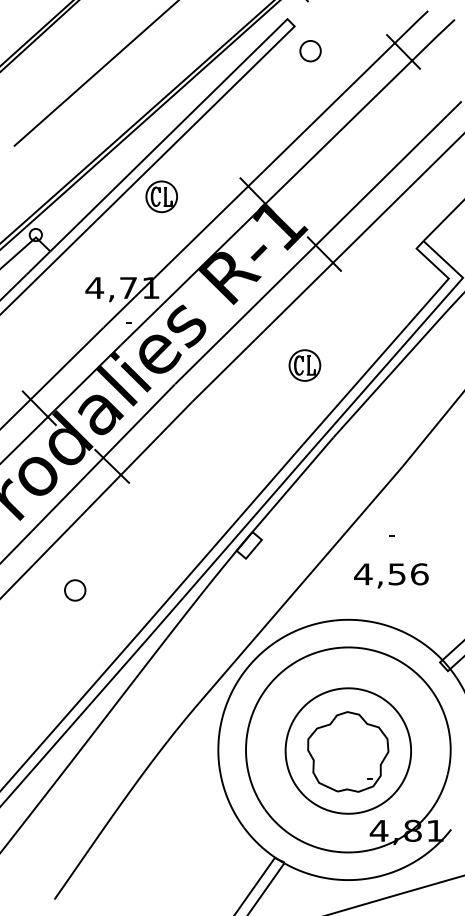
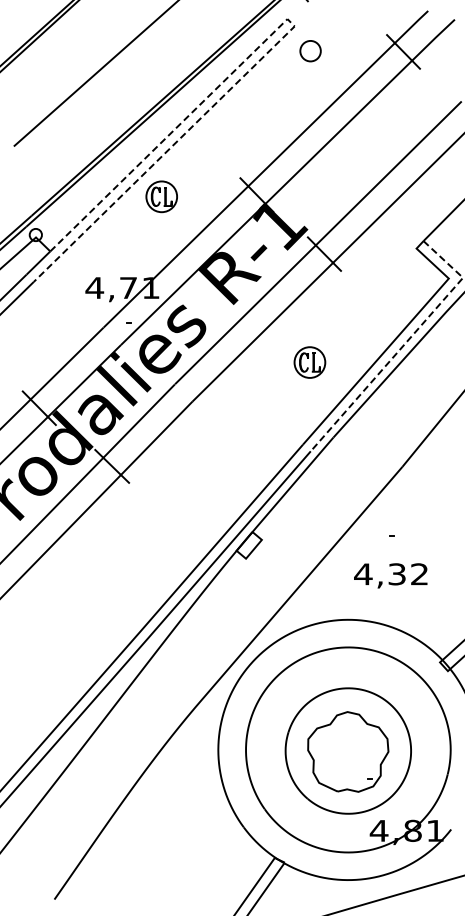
line at (287, 33): solid -> dashed
line at (405, 343): solid -> dashed
part at (304, 365) position: (304, 365) -> (309, 362)
text at (408, 574): 4,56 -> 4,32
part at (75, 590): present -> none
